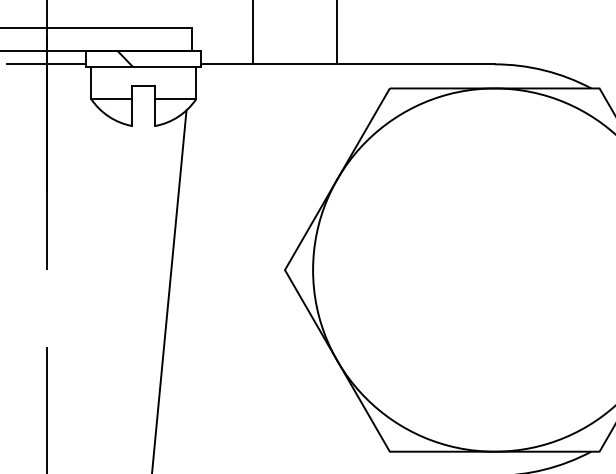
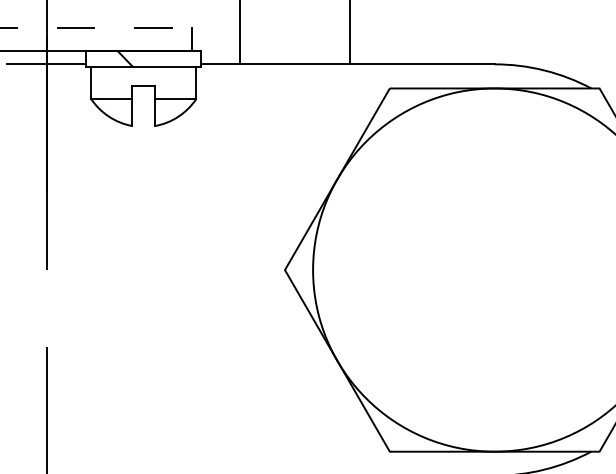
line at (96, 27): solid -> dashed
line at (252, 33) position: (252, 33) -> (239, 33)
line at (337, 33) position: (337, 33) -> (350, 33)
line at (169, 290): present -> none
